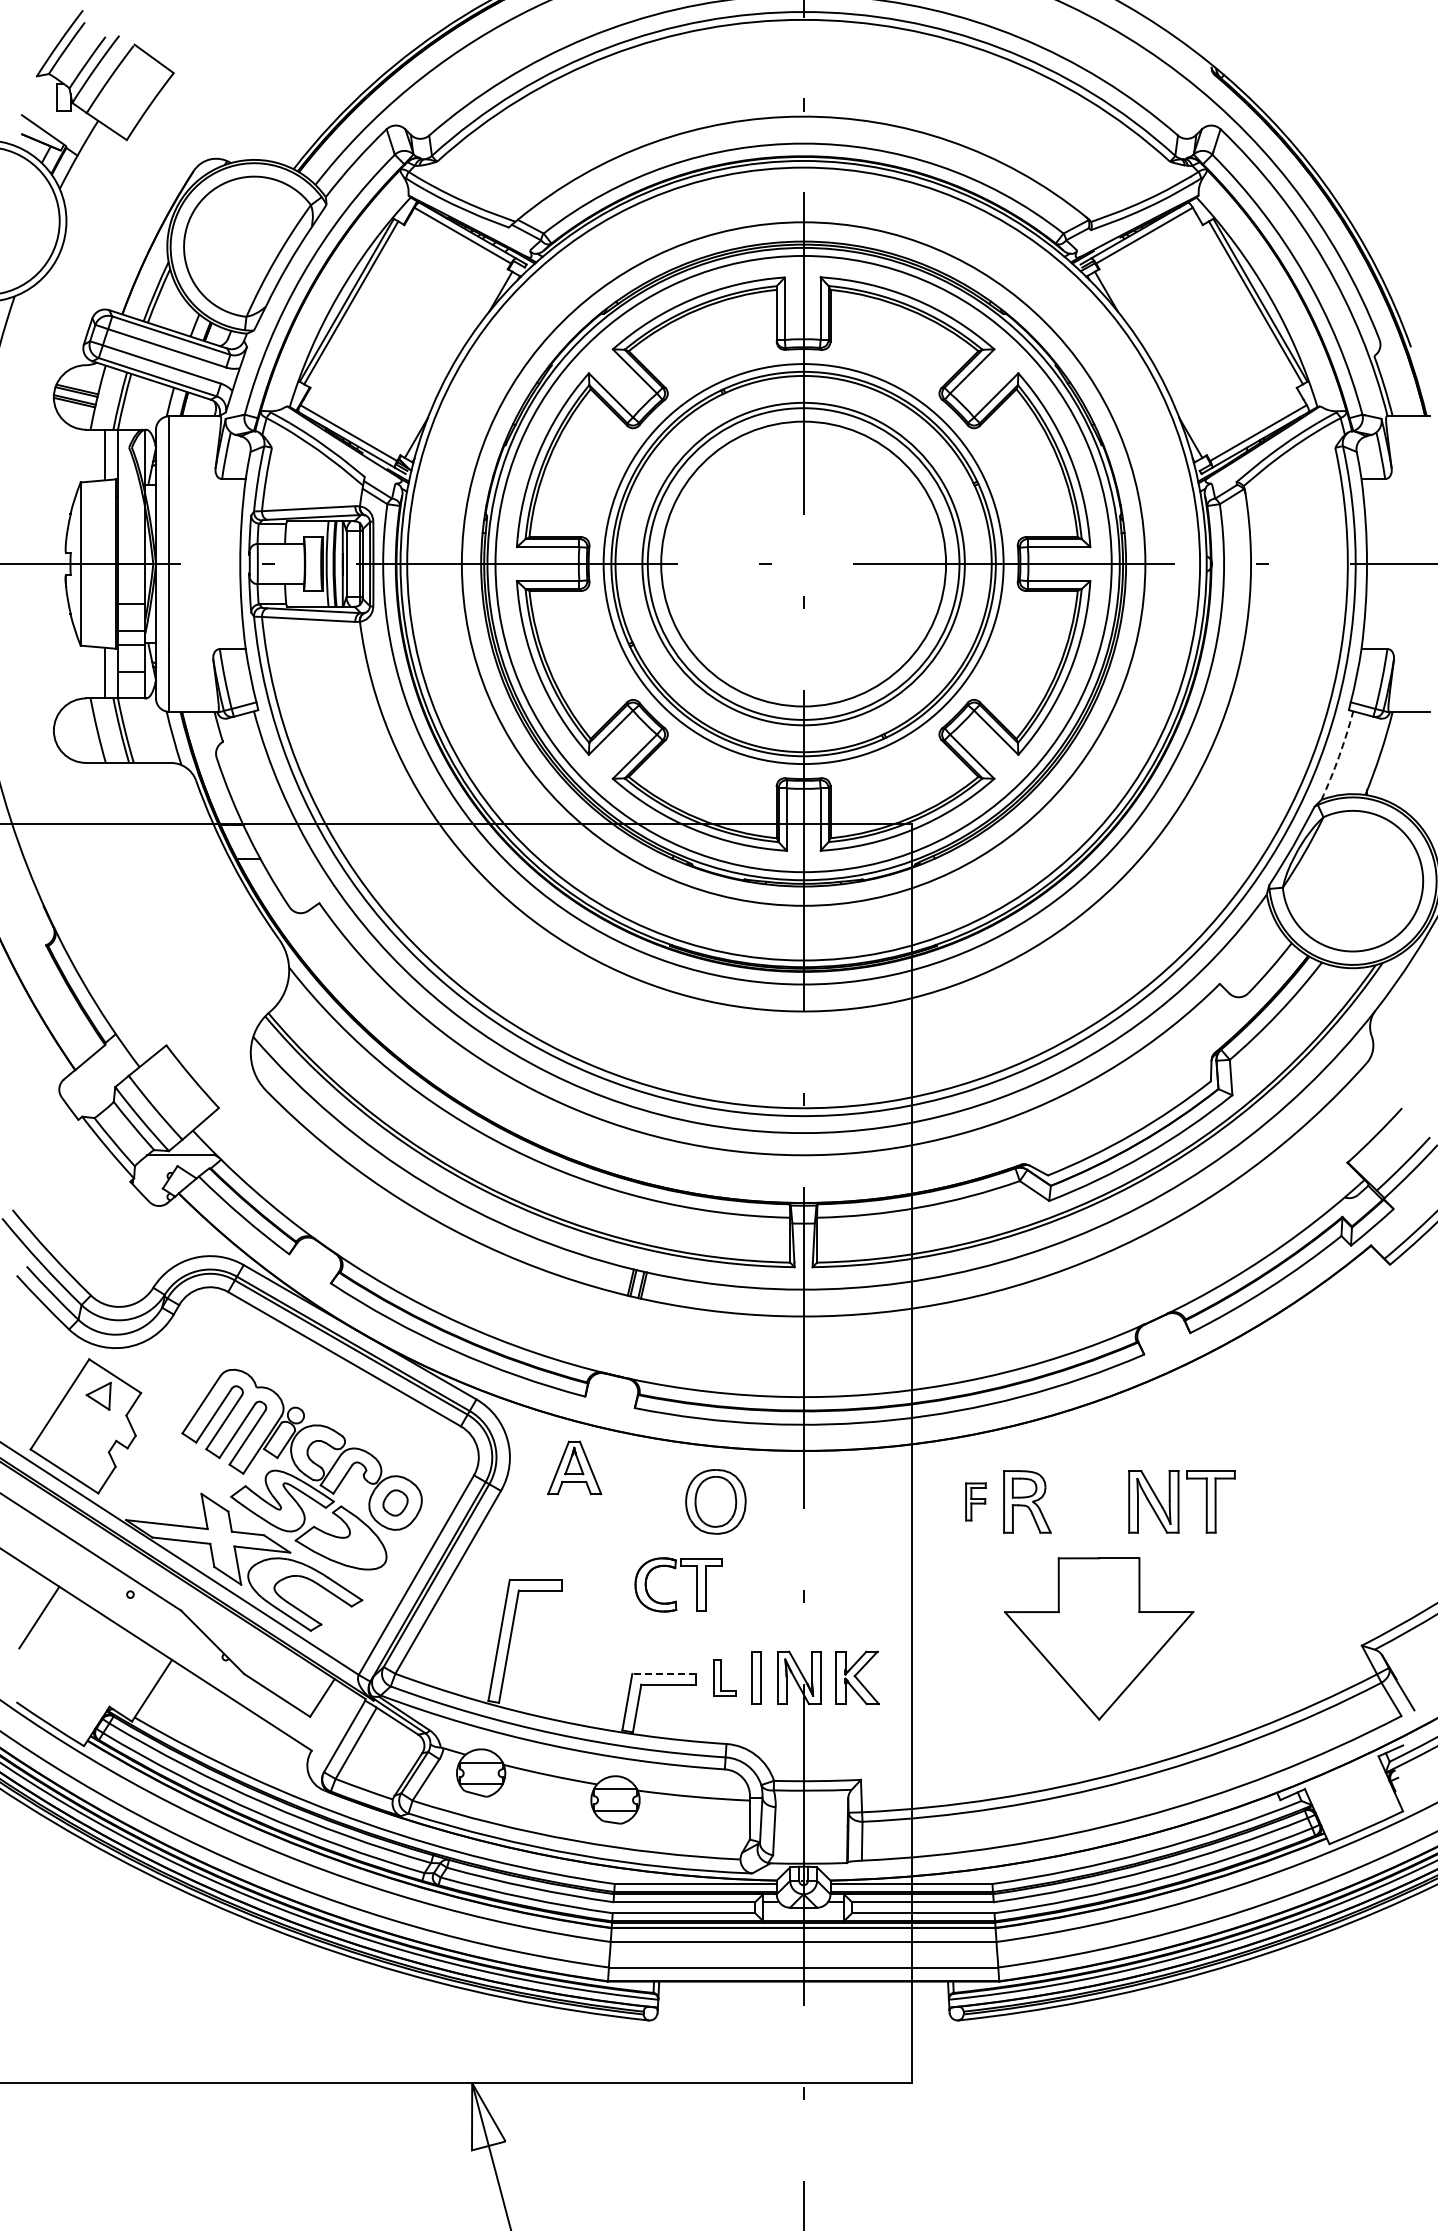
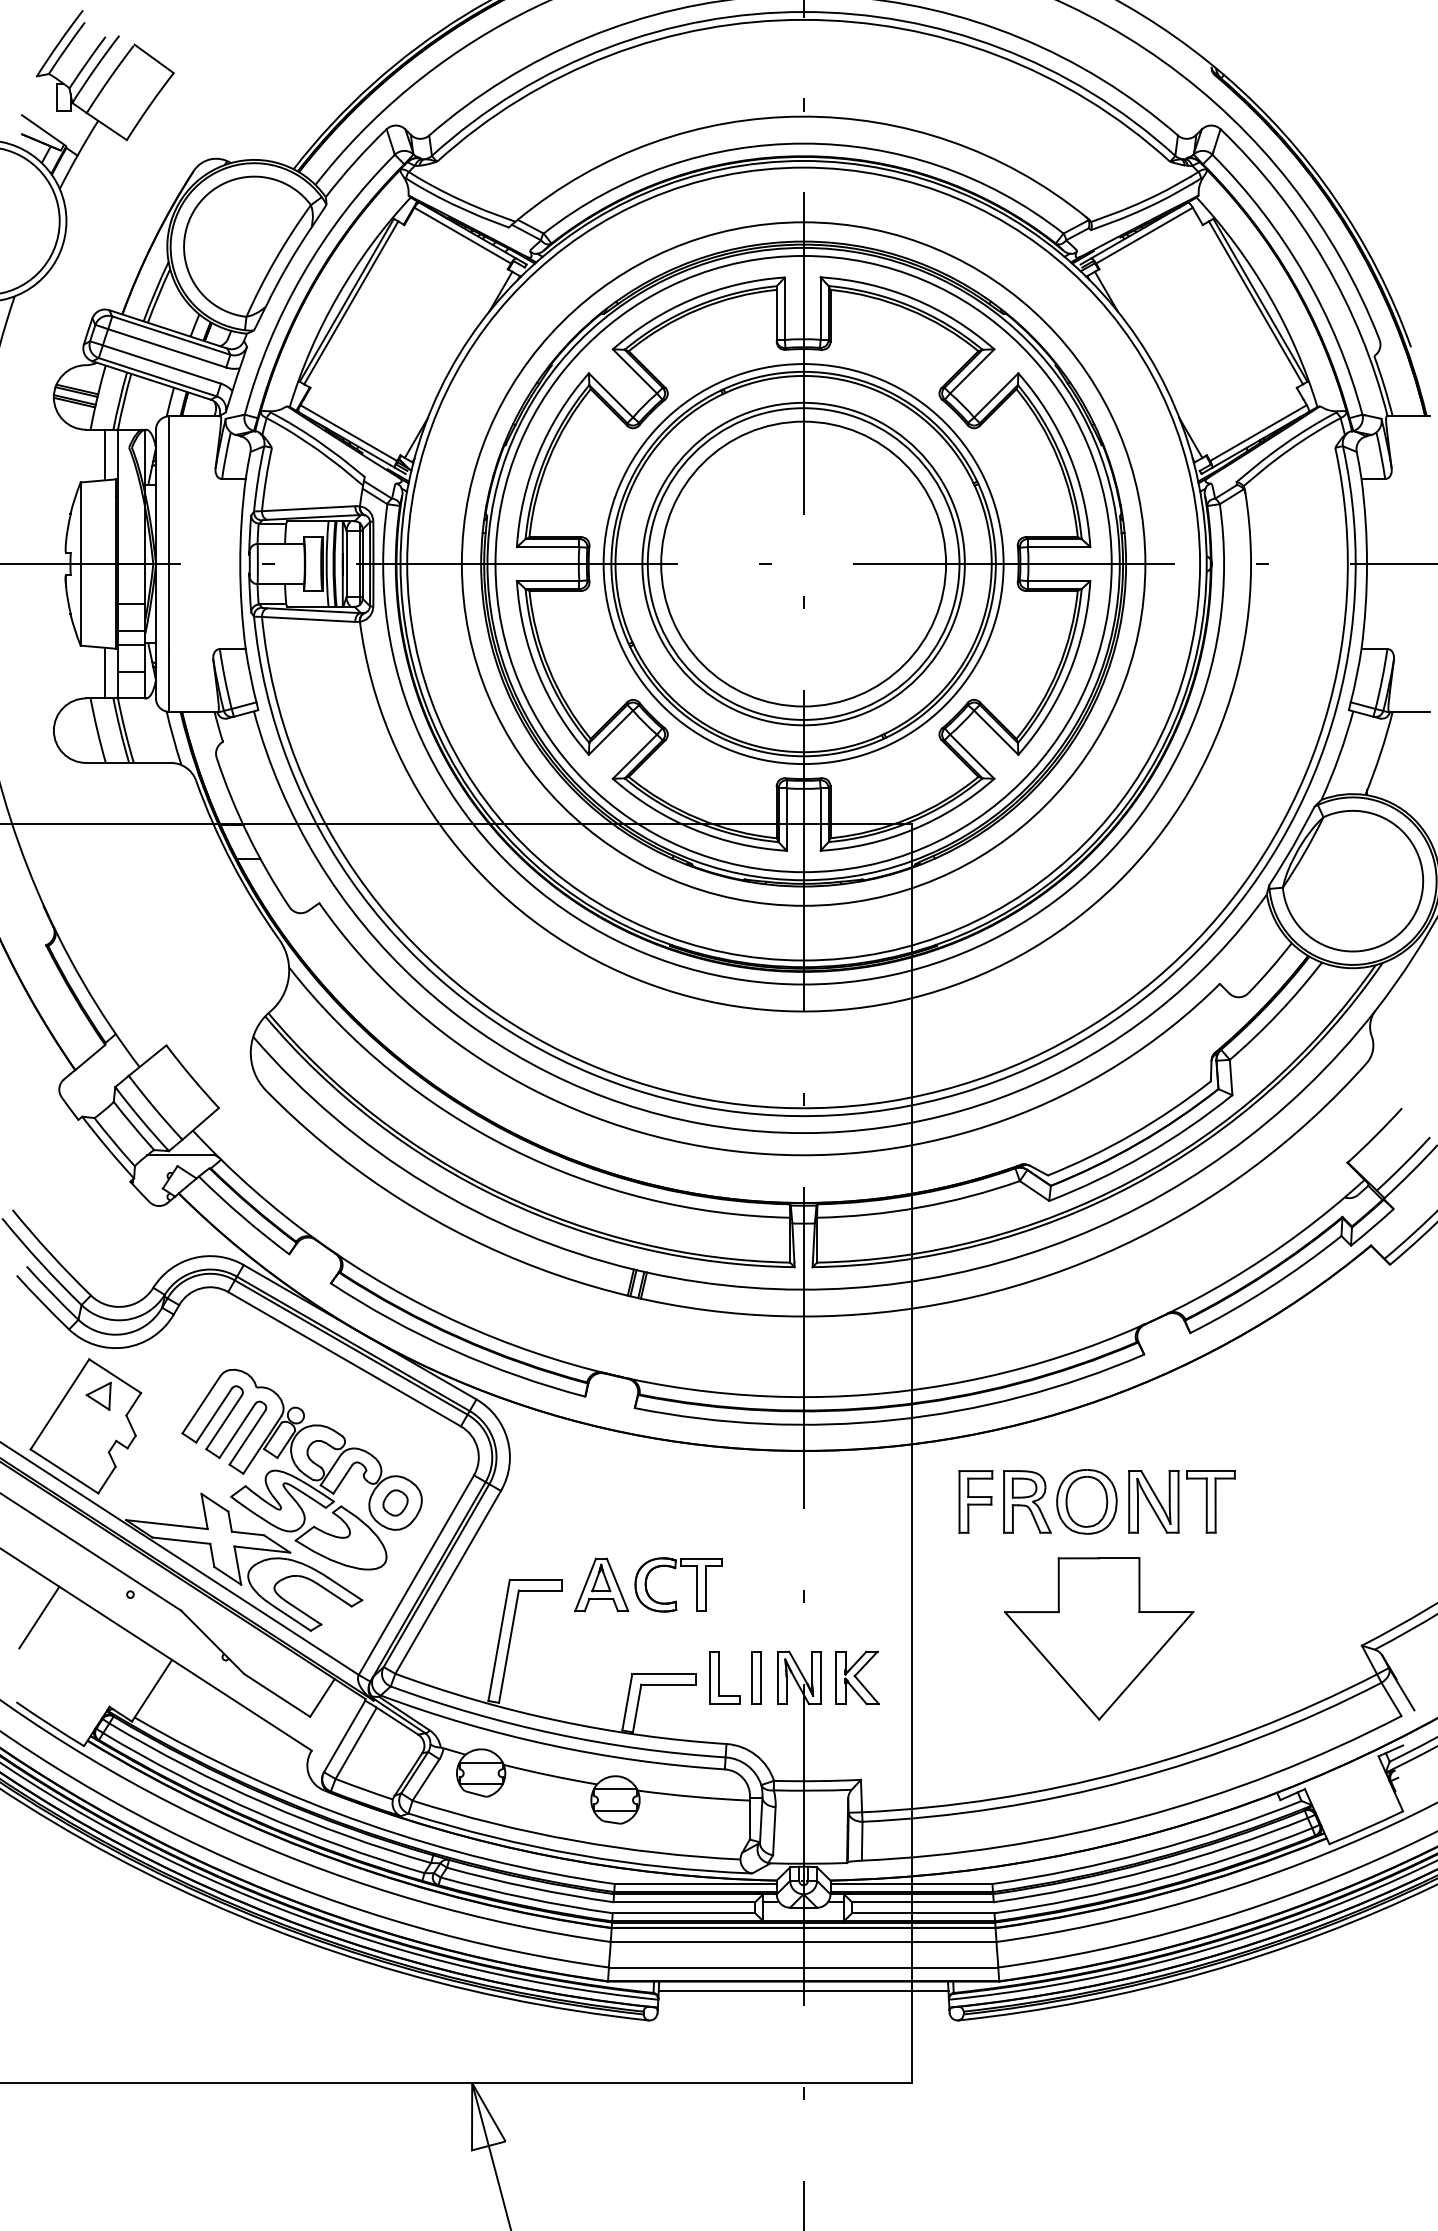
arc at (1339, 756): dashed -> solid
part at (574, 1467) position: (574, 1467) -> (601, 1584)
part at (715, 1501) position: (715, 1501) -> (1086, 1501)
part at (975, 1501) size: 22x40 px -> 36x64 px
line at (664, 1673): dashed -> solid
part at (724, 1677) size: 24x38 px -> 32x54 px
line at (803, 1991): none -> present
